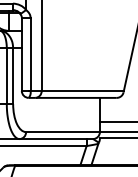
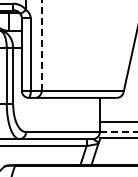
line at (41, 44): solid -> dashed
line at (118, 131): solid -> dashed
